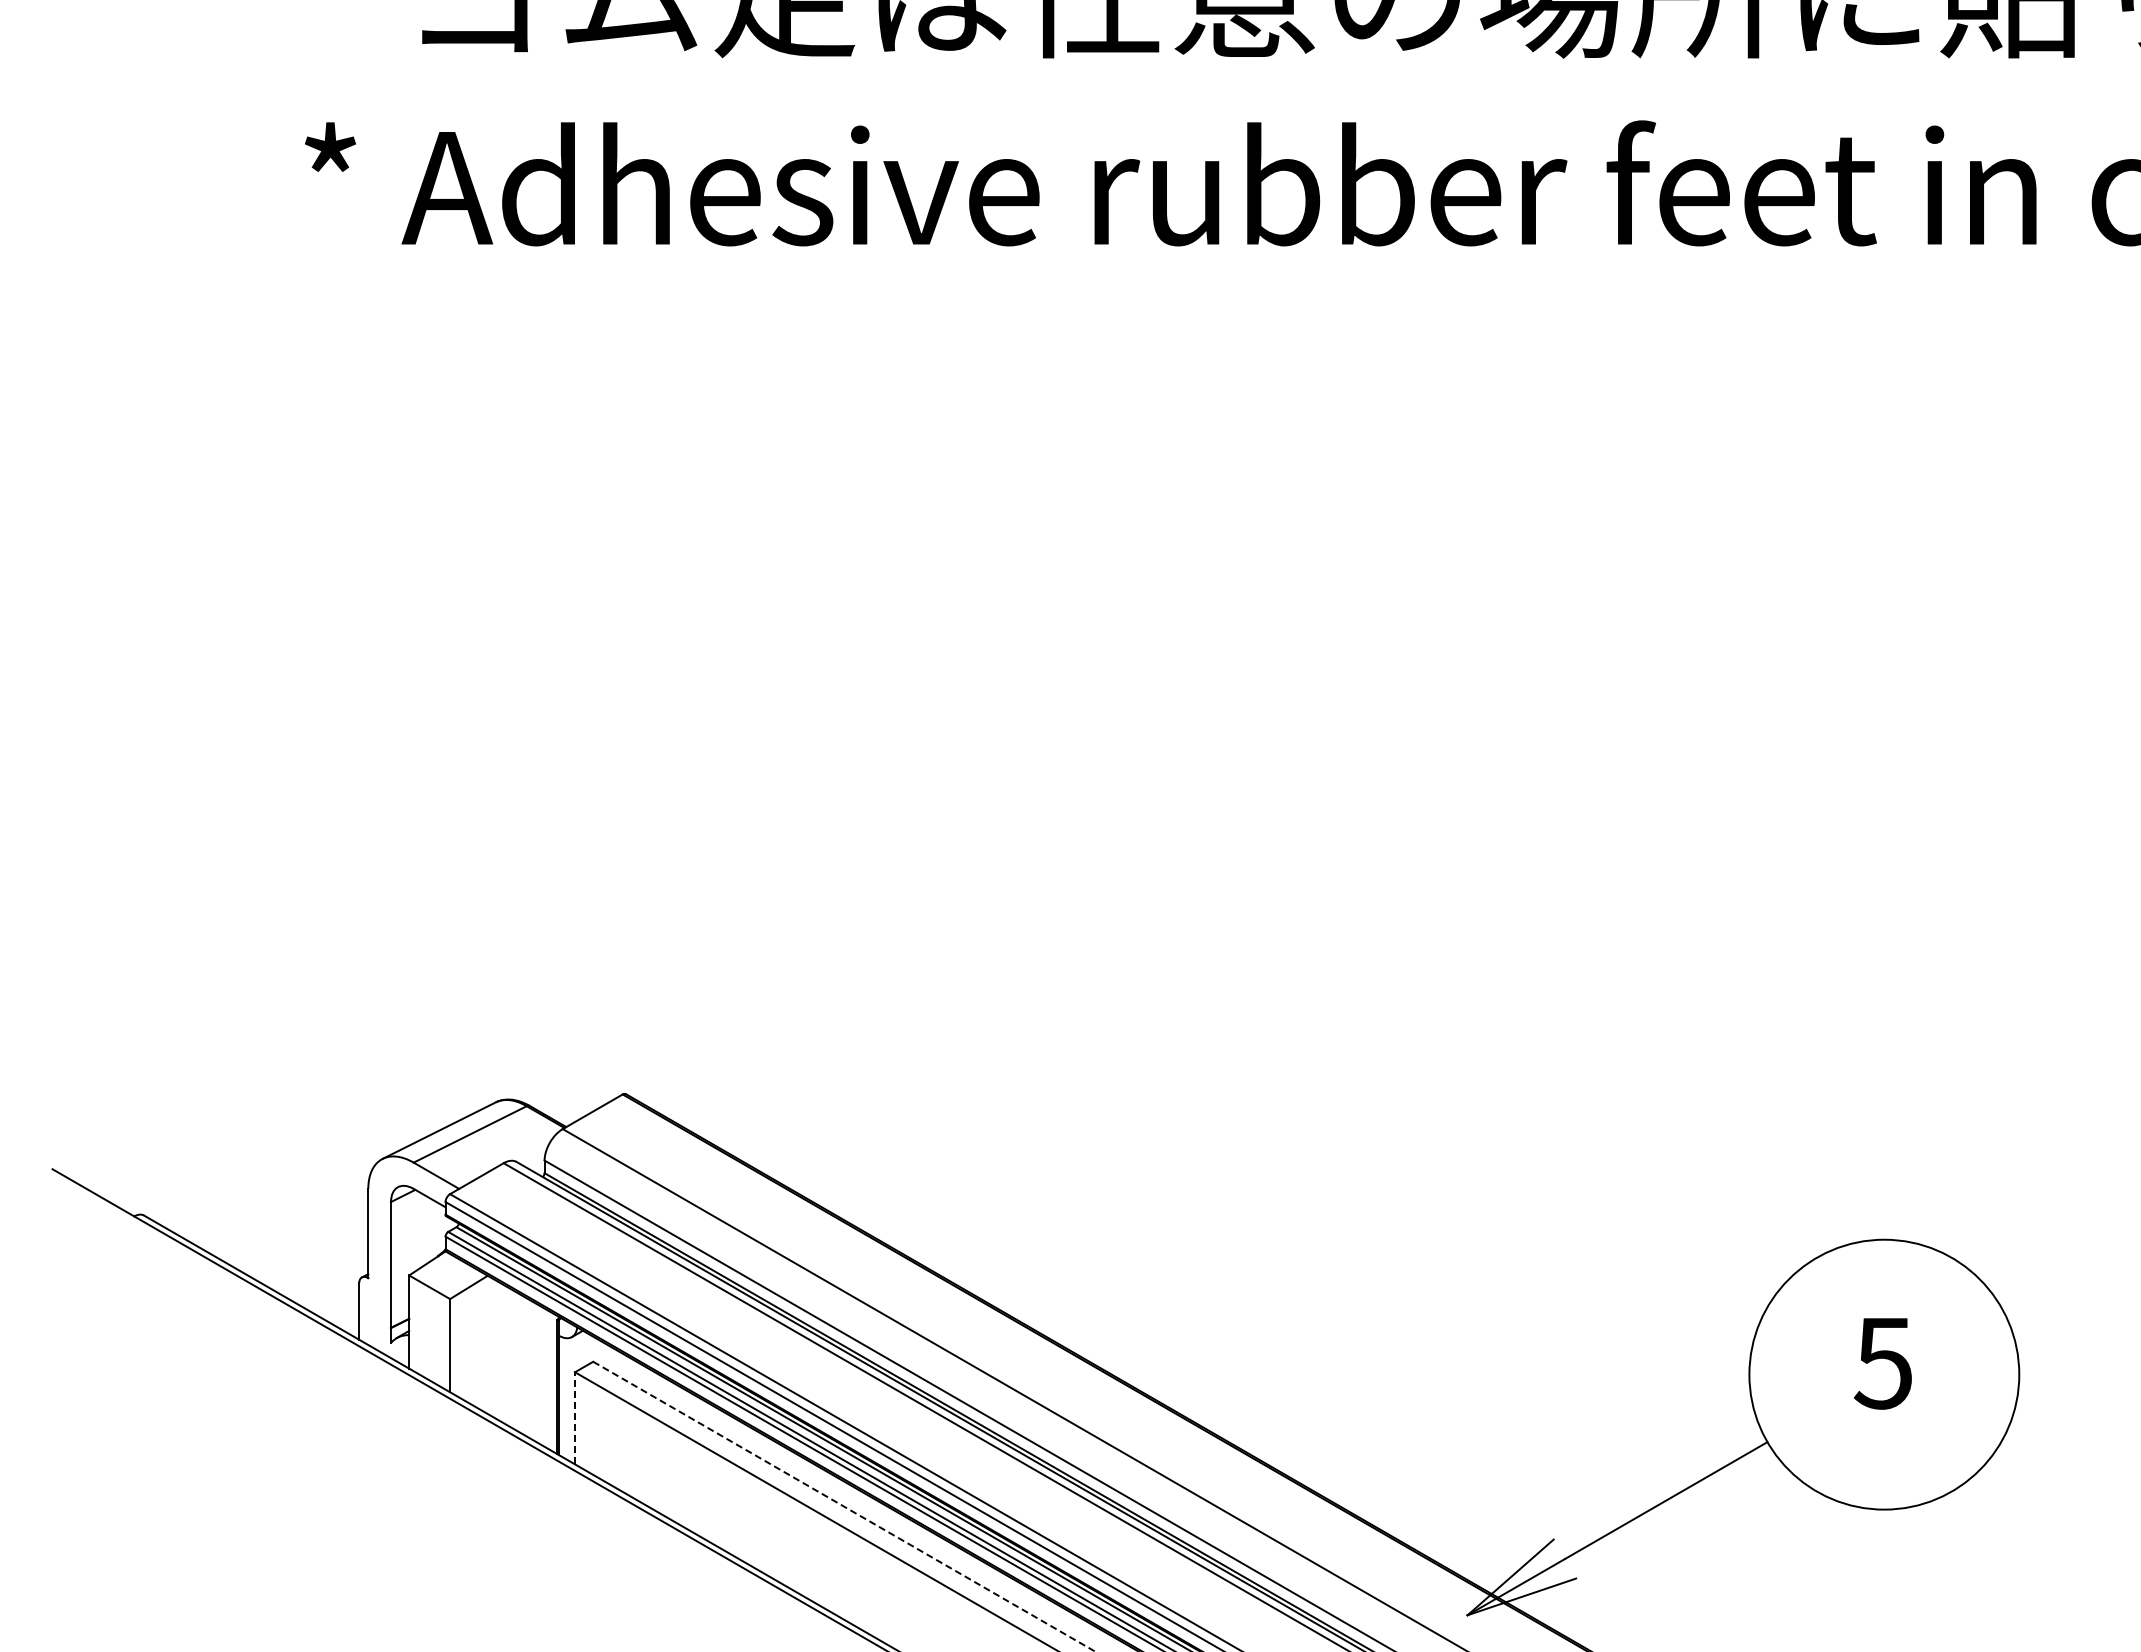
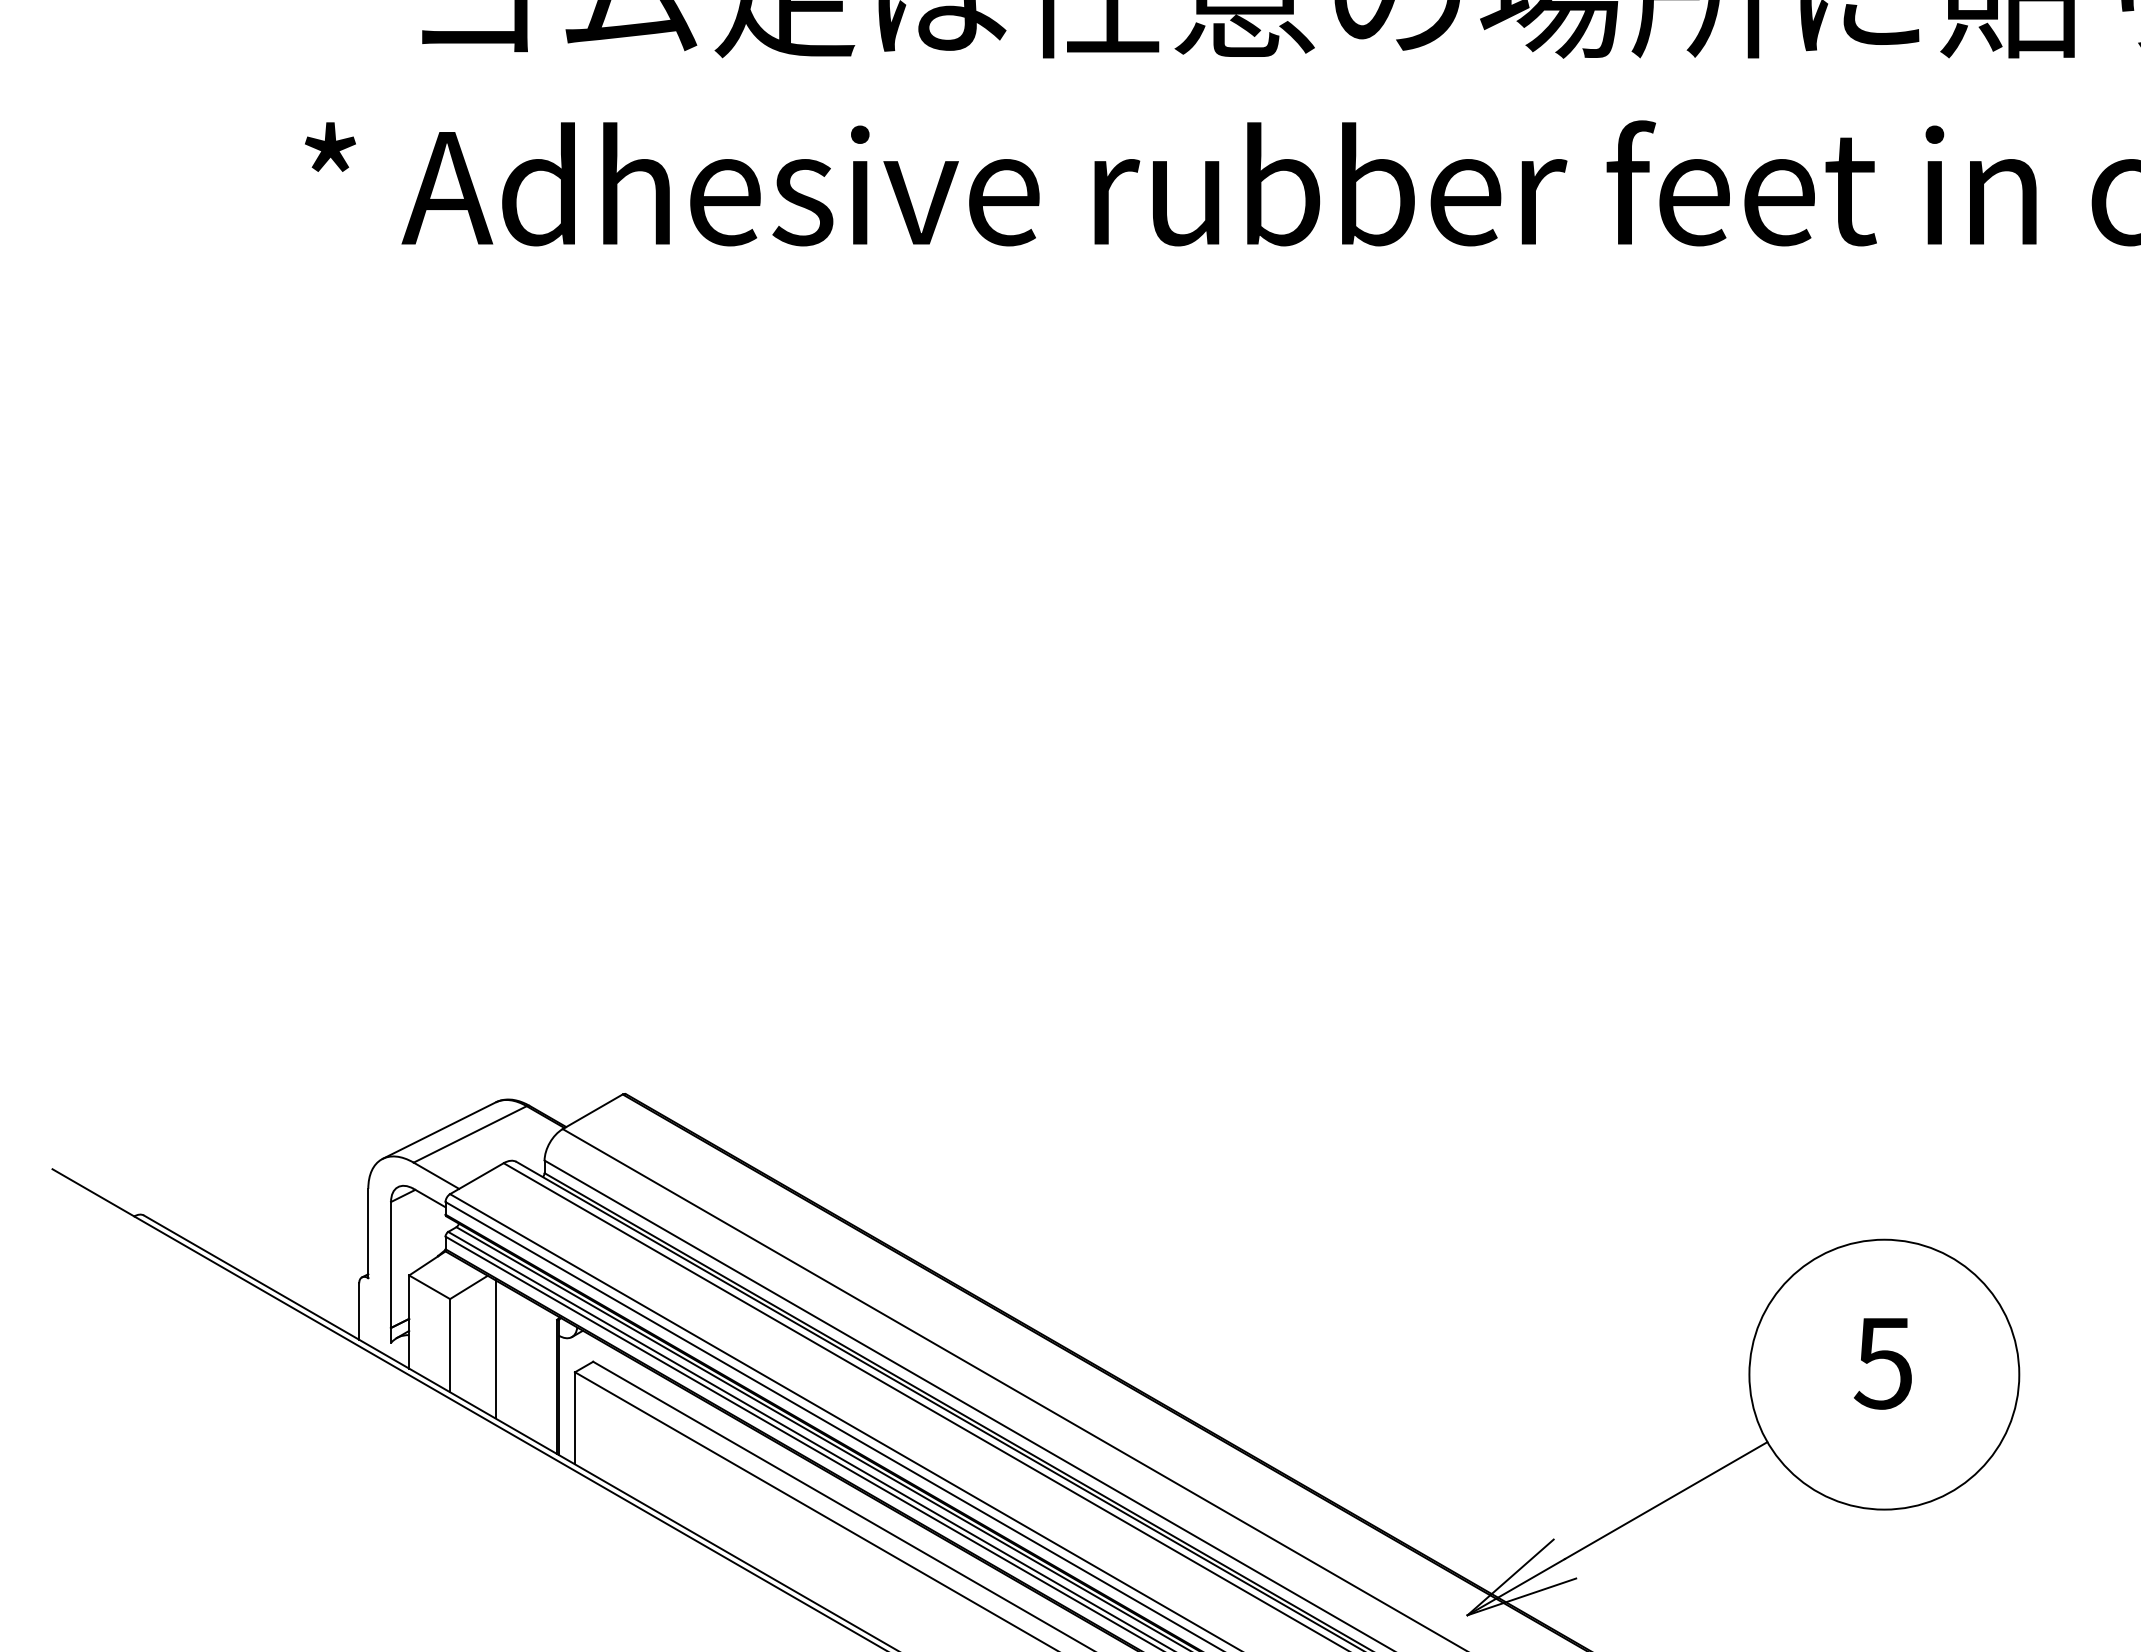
line at (495, 1349): none -> present
line at (575, 1417): dashed -> solid
line at (844, 1506): dashed -> solid
